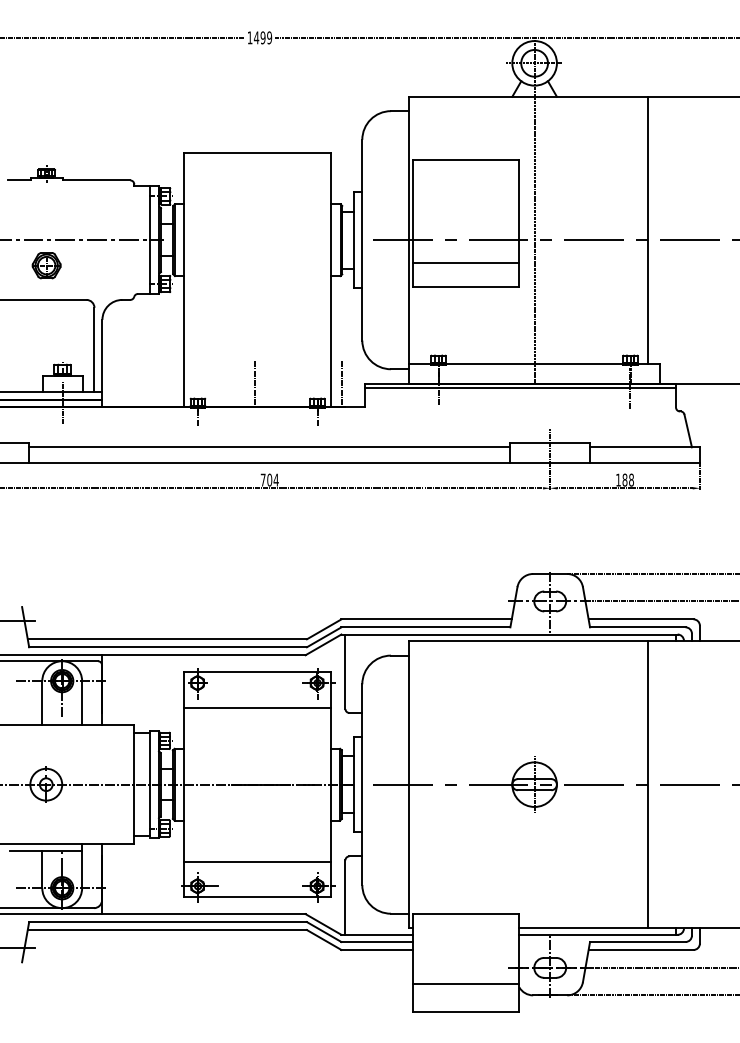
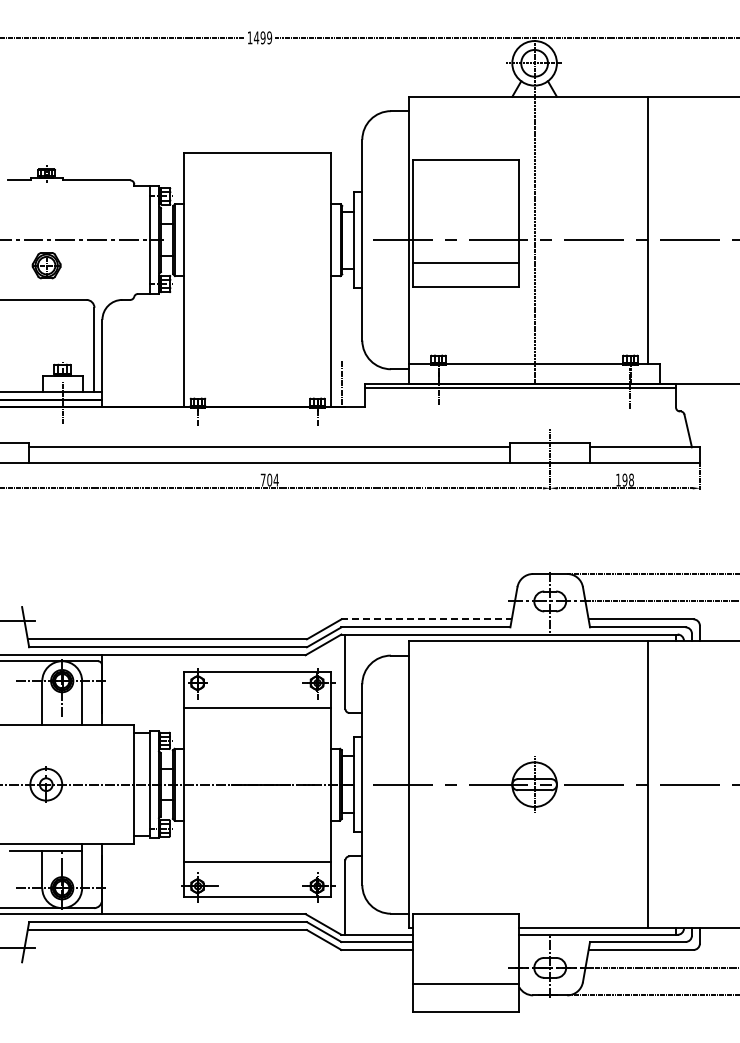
line at (254, 382): present -> none
text at (624, 480): 188 -> 198
line at (427, 619): solid -> dashed
